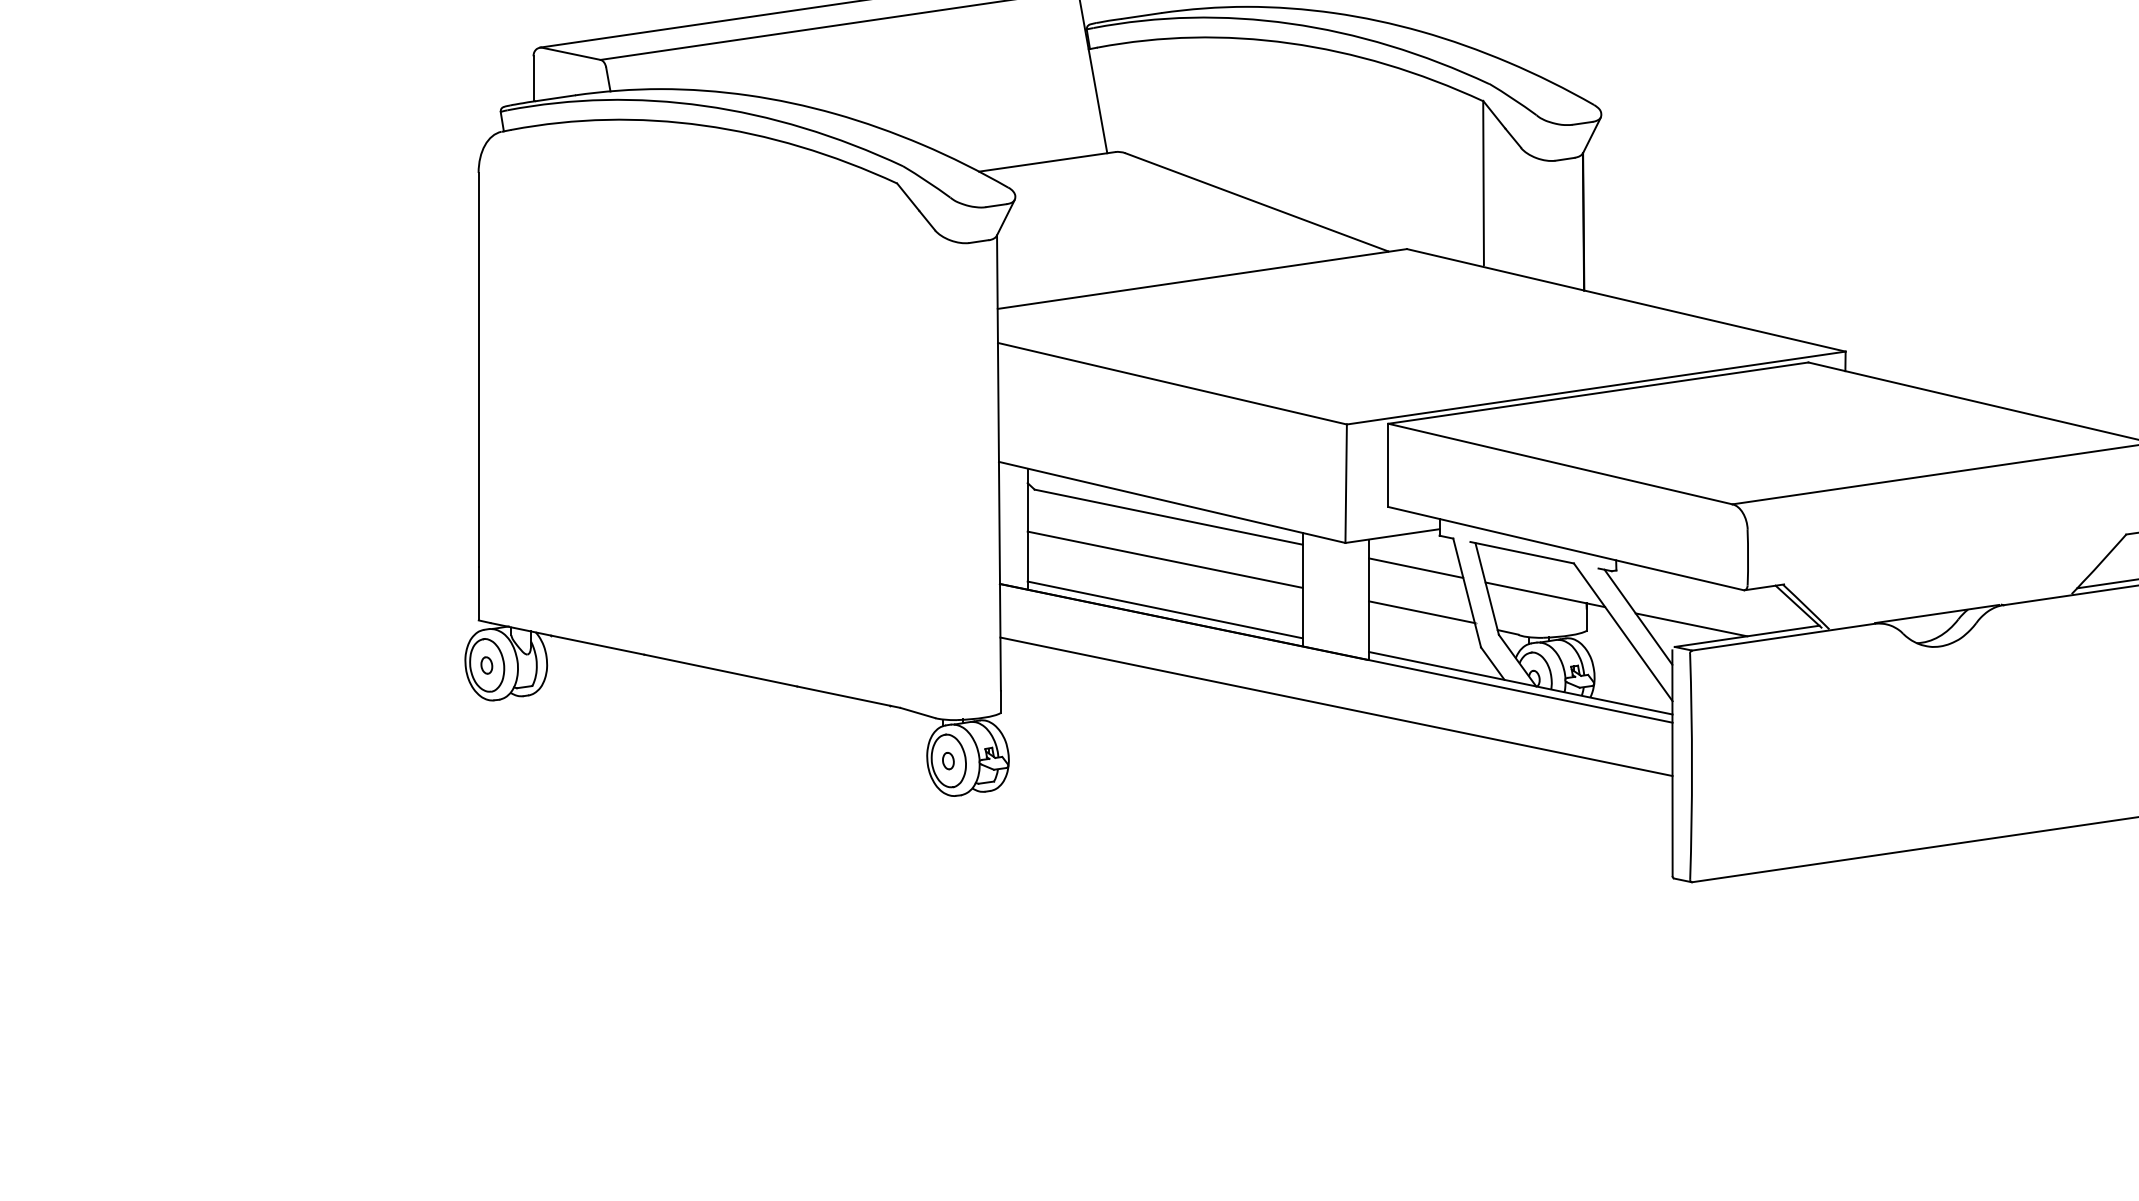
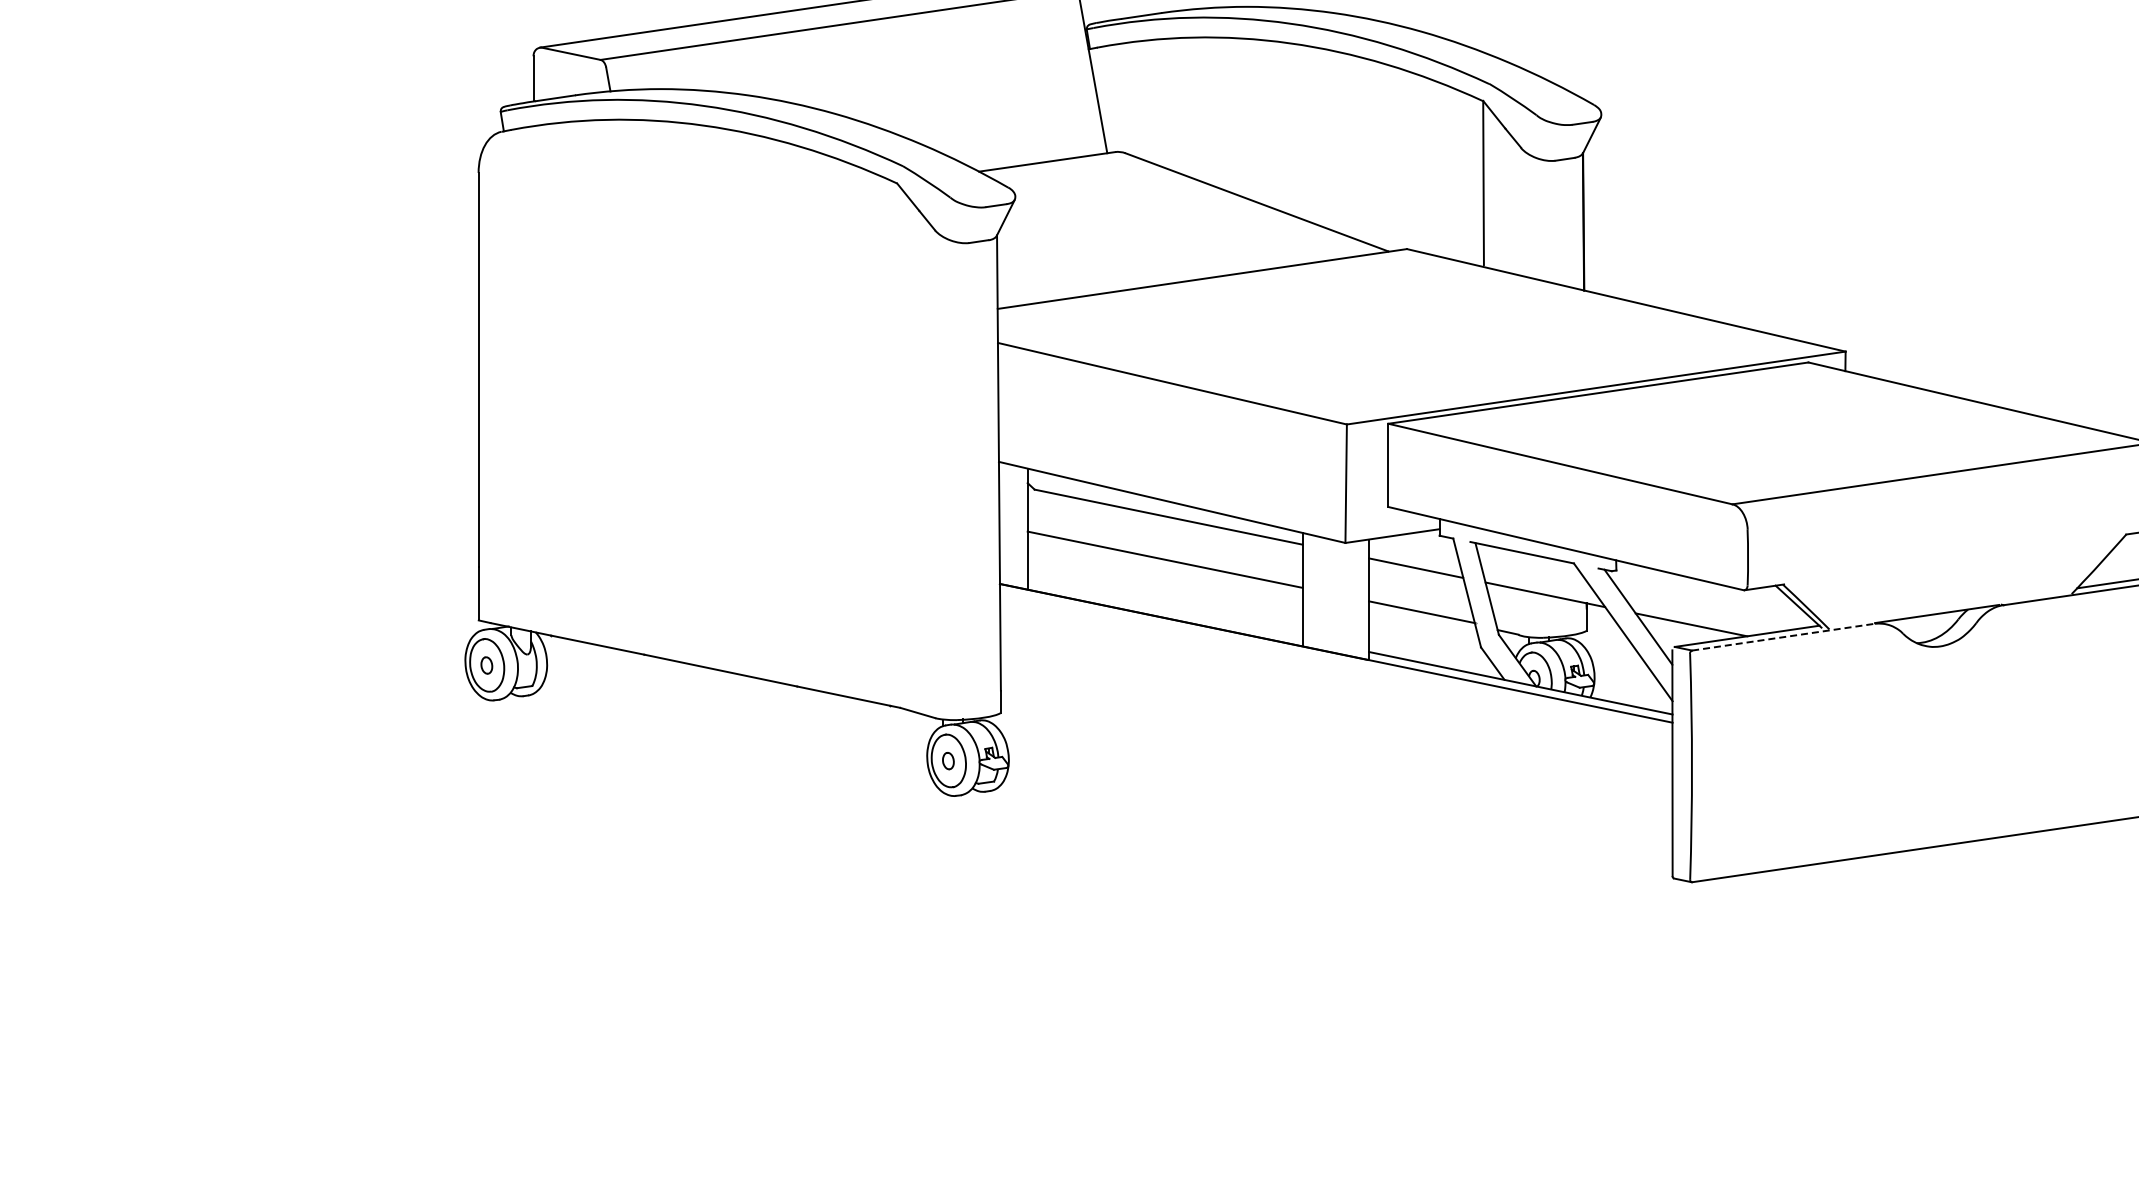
line at (1164, 609): present -> none
line at (1783, 637): solid -> dashed
line at (1336, 706): present -> none
